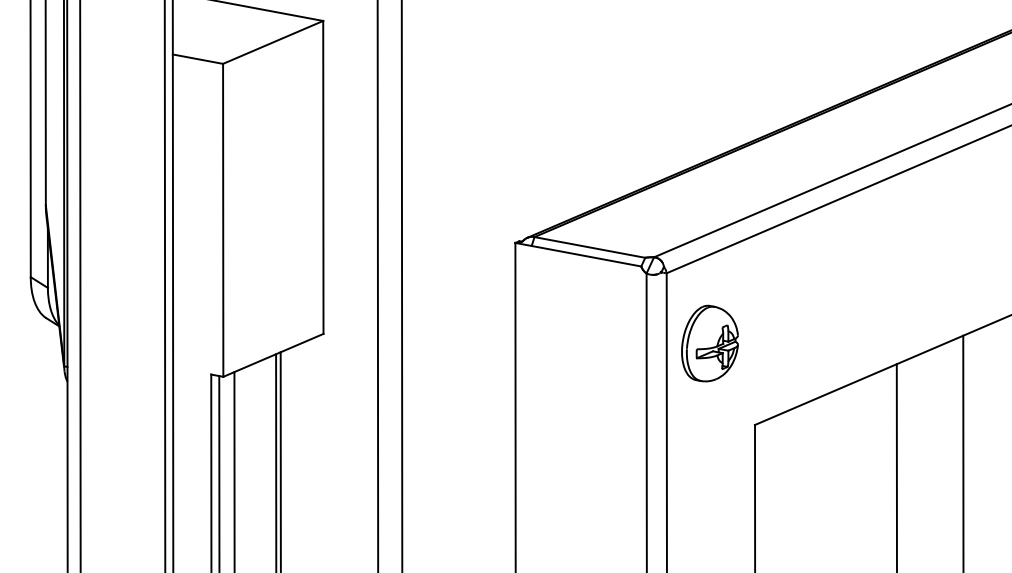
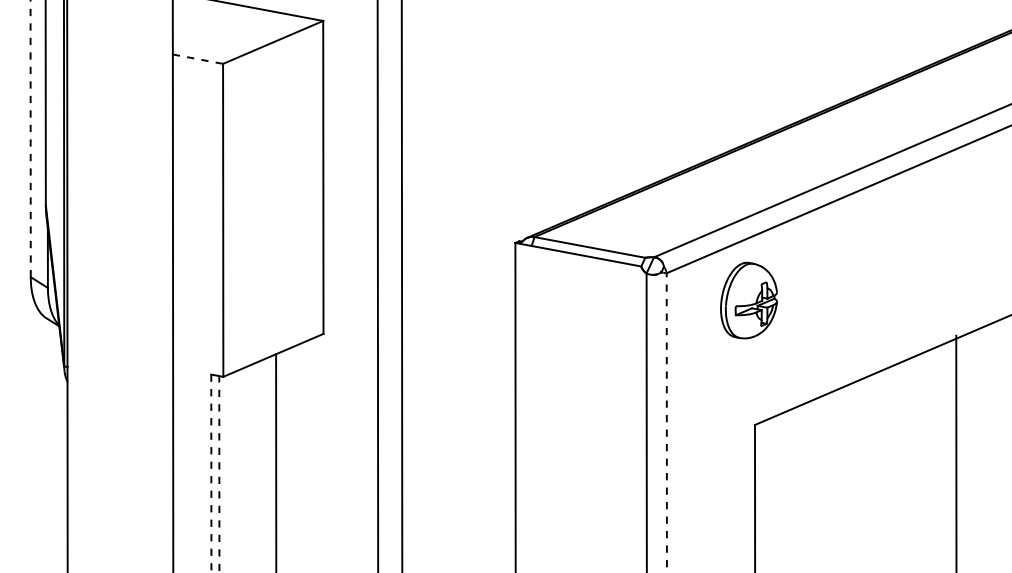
line at (197, 59): solid -> dashed
line at (30, 138): solid -> dashed
line at (80, 285): present -> none
line at (164, 285): present -> none
part at (709, 343) position: (709, 343) -> (748, 300)
line at (666, 422): solid -> dashed
line at (963, 452) position: (963, 452) -> (956, 452)
line at (280, 460): present -> none
line at (896, 466): present -> none
line at (234, 470): present -> none
line at (211, 473): solid -> dashed
line at (219, 473): solid -> dashed
